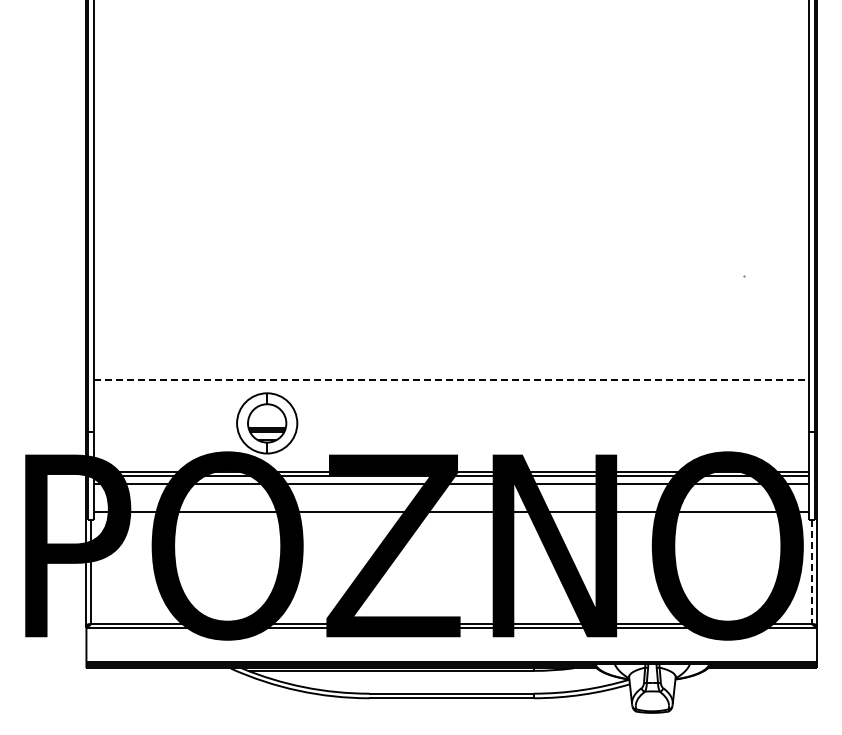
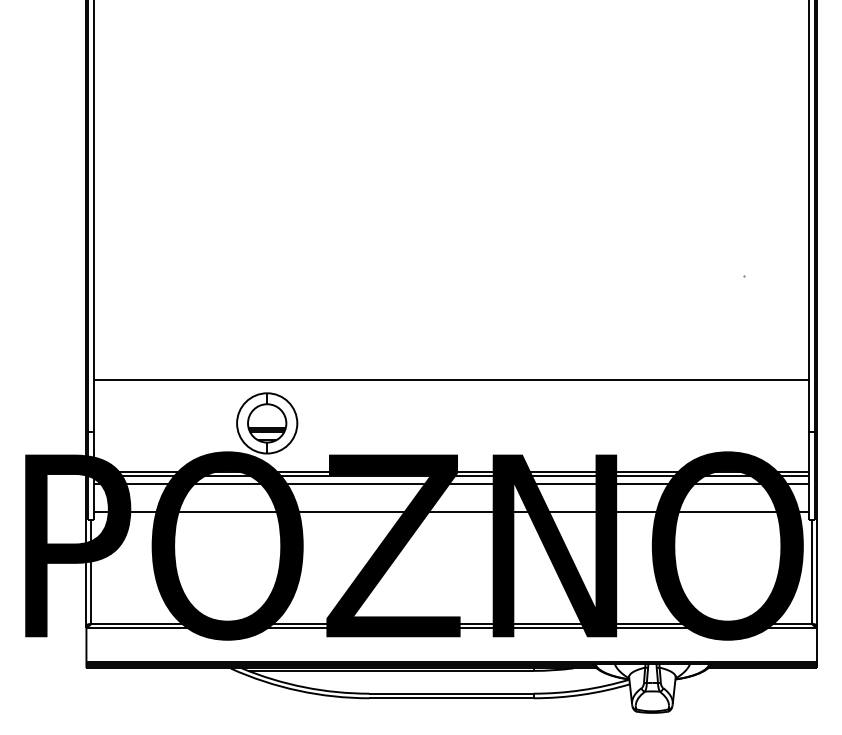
line at (451, 379): dashed -> solid
line at (812, 572): dashed -> solid
